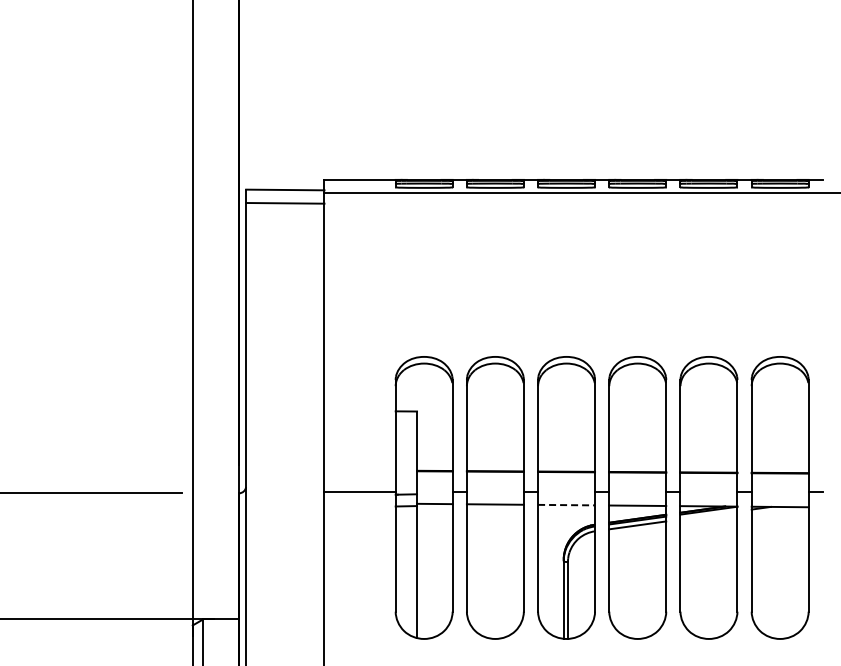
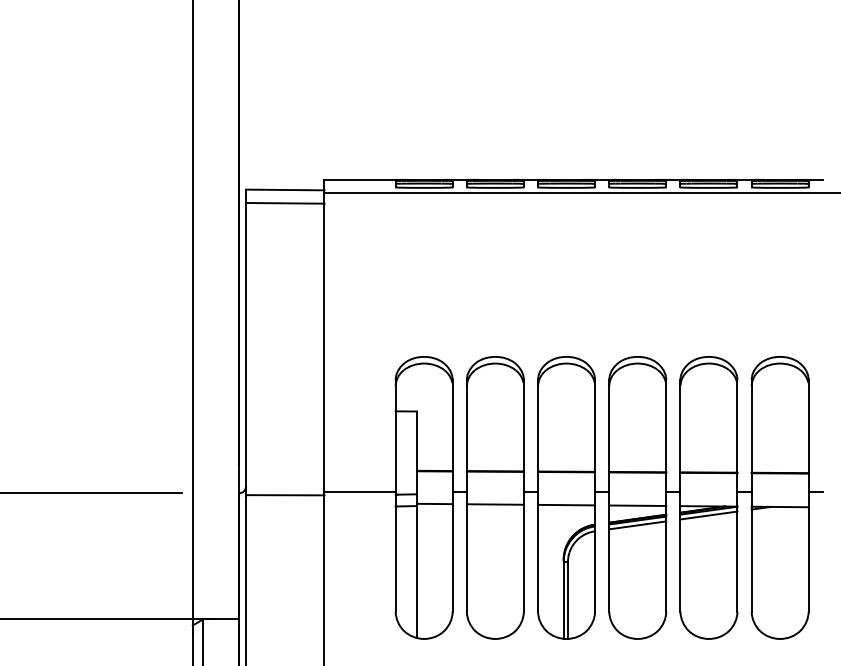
line at (285, 495): none -> present
line at (567, 505): dashed -> solid
line at (708, 515): none -> present
